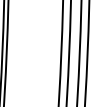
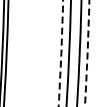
arc at (61, 52): solid -> dashed
arc at (87, 53): solid -> dashed
